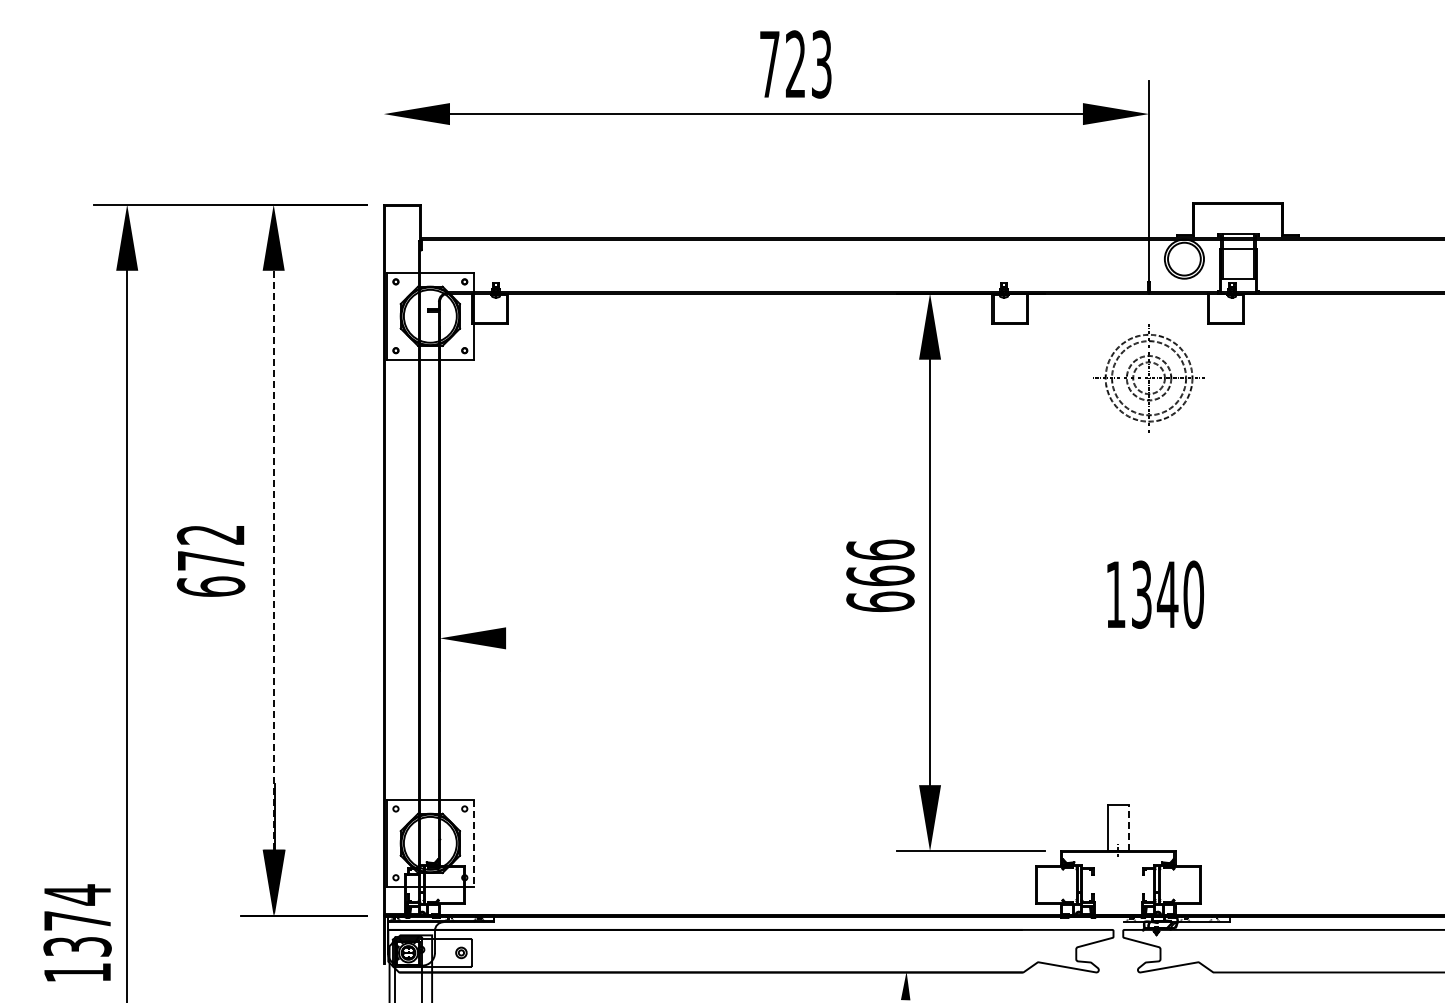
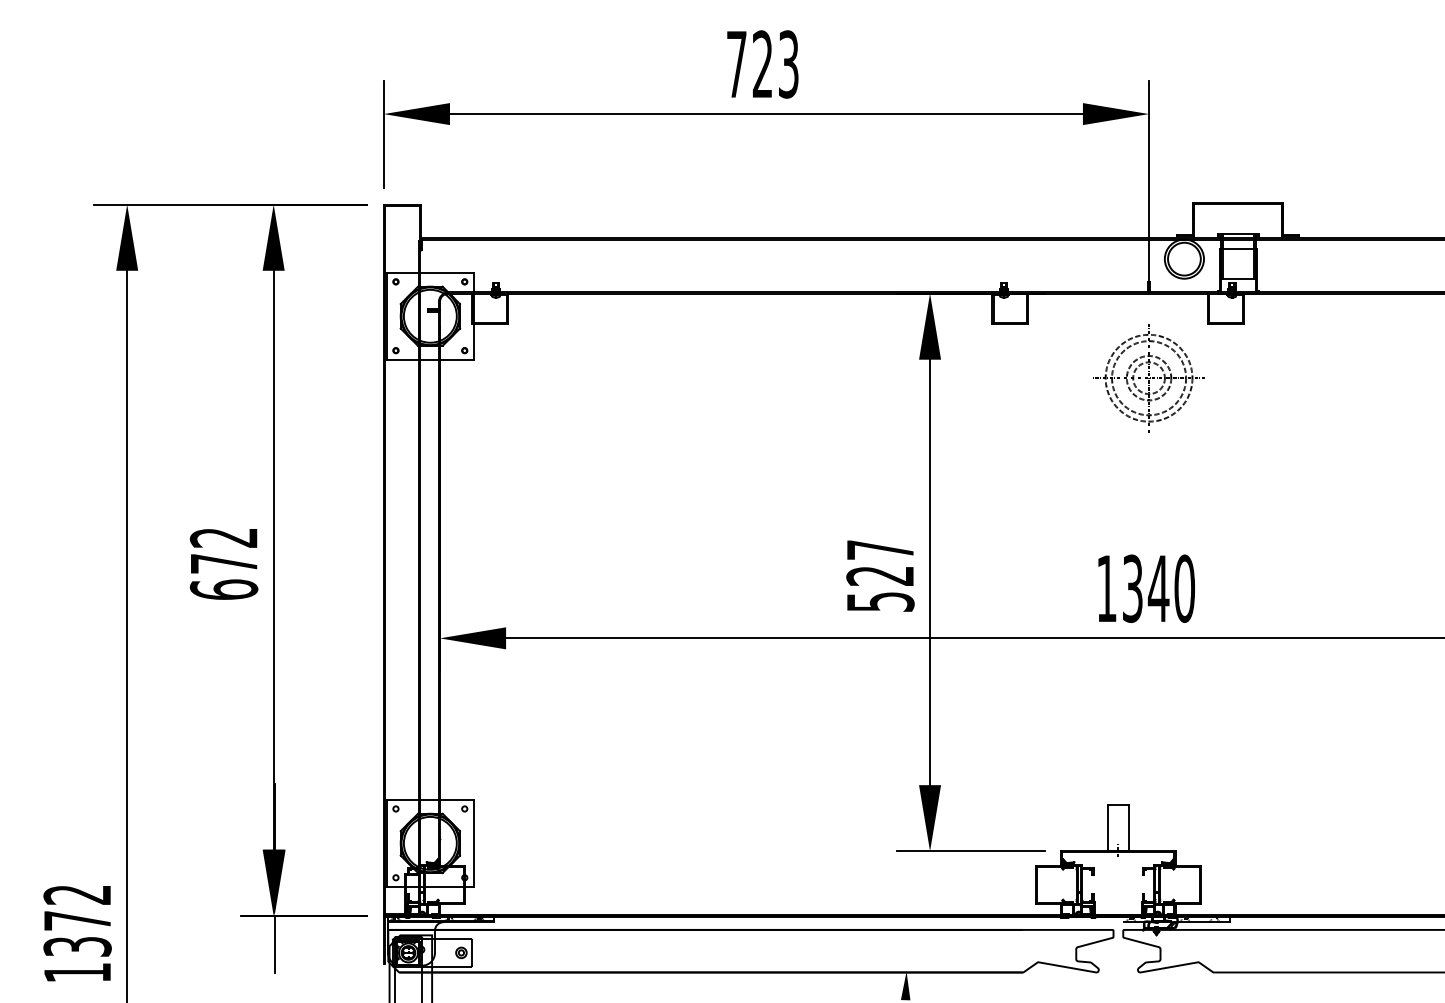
text at (795, 64) position: (795, 64) -> (762, 64)
line at (383, 134): none -> present
line at (273, 560): dashed -> solid
text at (210, 561) position: (210, 561) -> (223, 564)
text at (880, 575): 666 -> 527
text at (1155, 594) position: (1155, 594) -> (1146, 588)
line at (973, 638): none -> present
line at (1128, 828): dashed -> solid
line at (473, 843): dashed -> solid
text at (76, 894): 1374 -> 1372
line at (274, 944): none -> present
